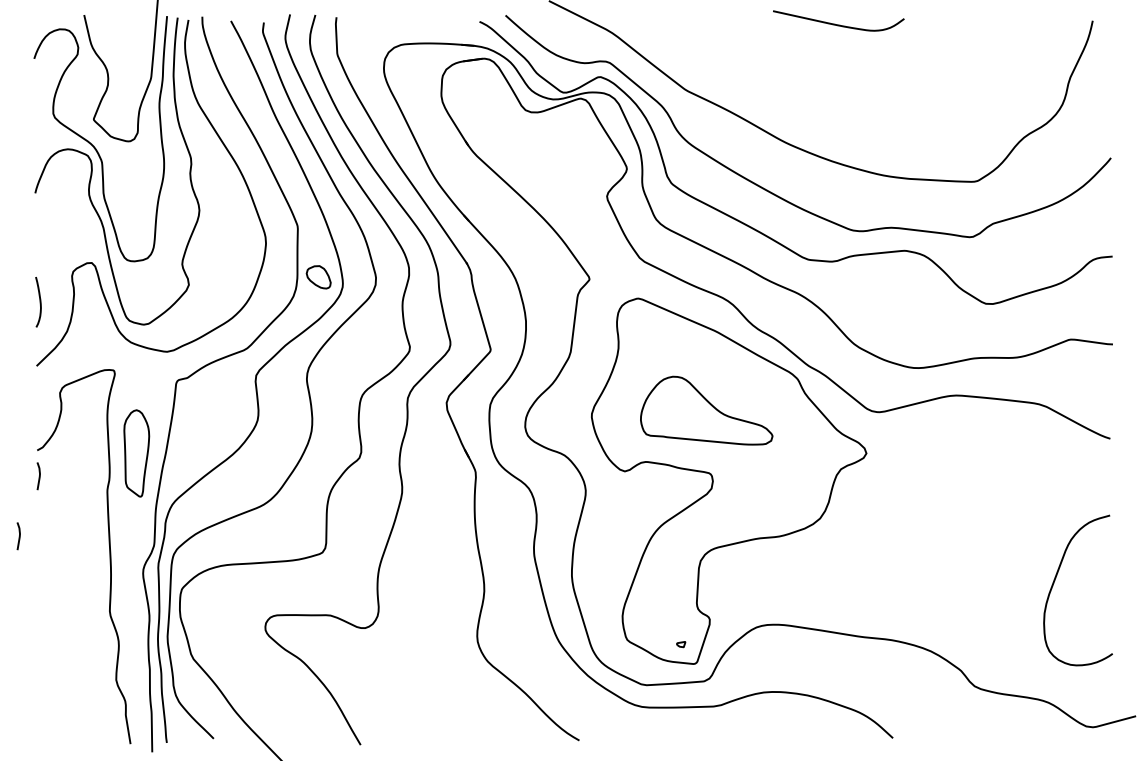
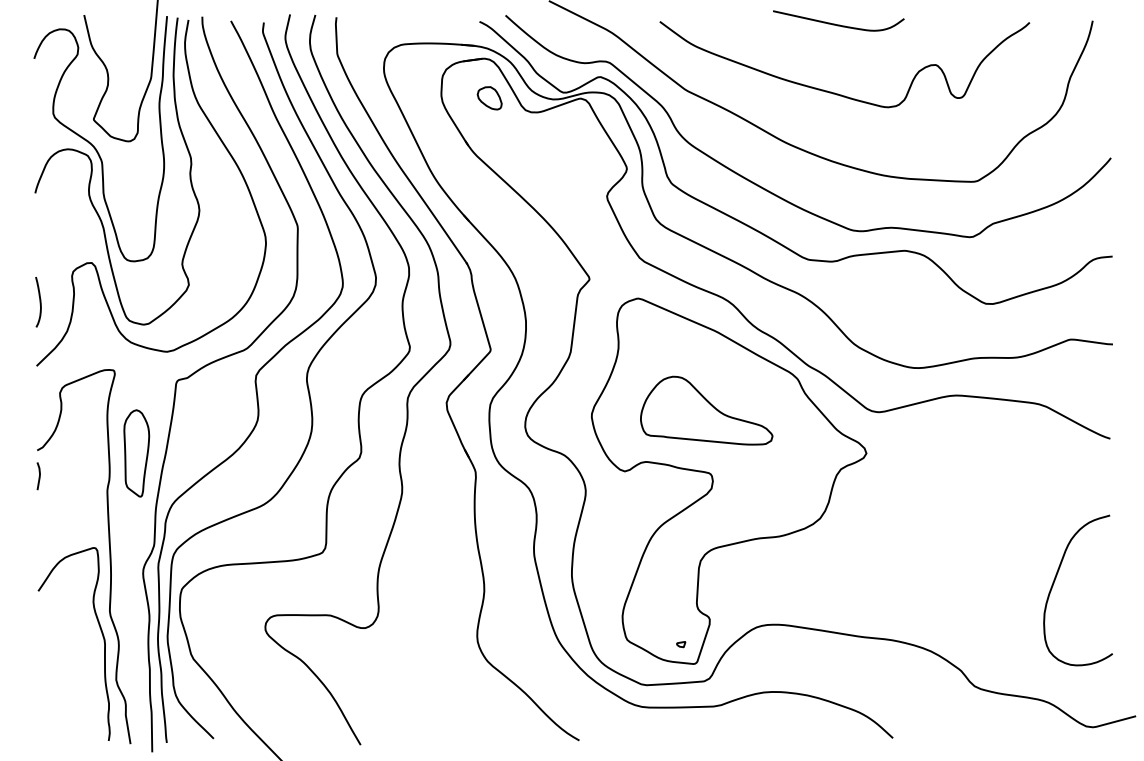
curve at (838, 93): none -> present
part at (318, 277) position: (318, 277) -> (489, 98)
curve at (18, 536): present -> none
curve at (102, 637): none -> present
